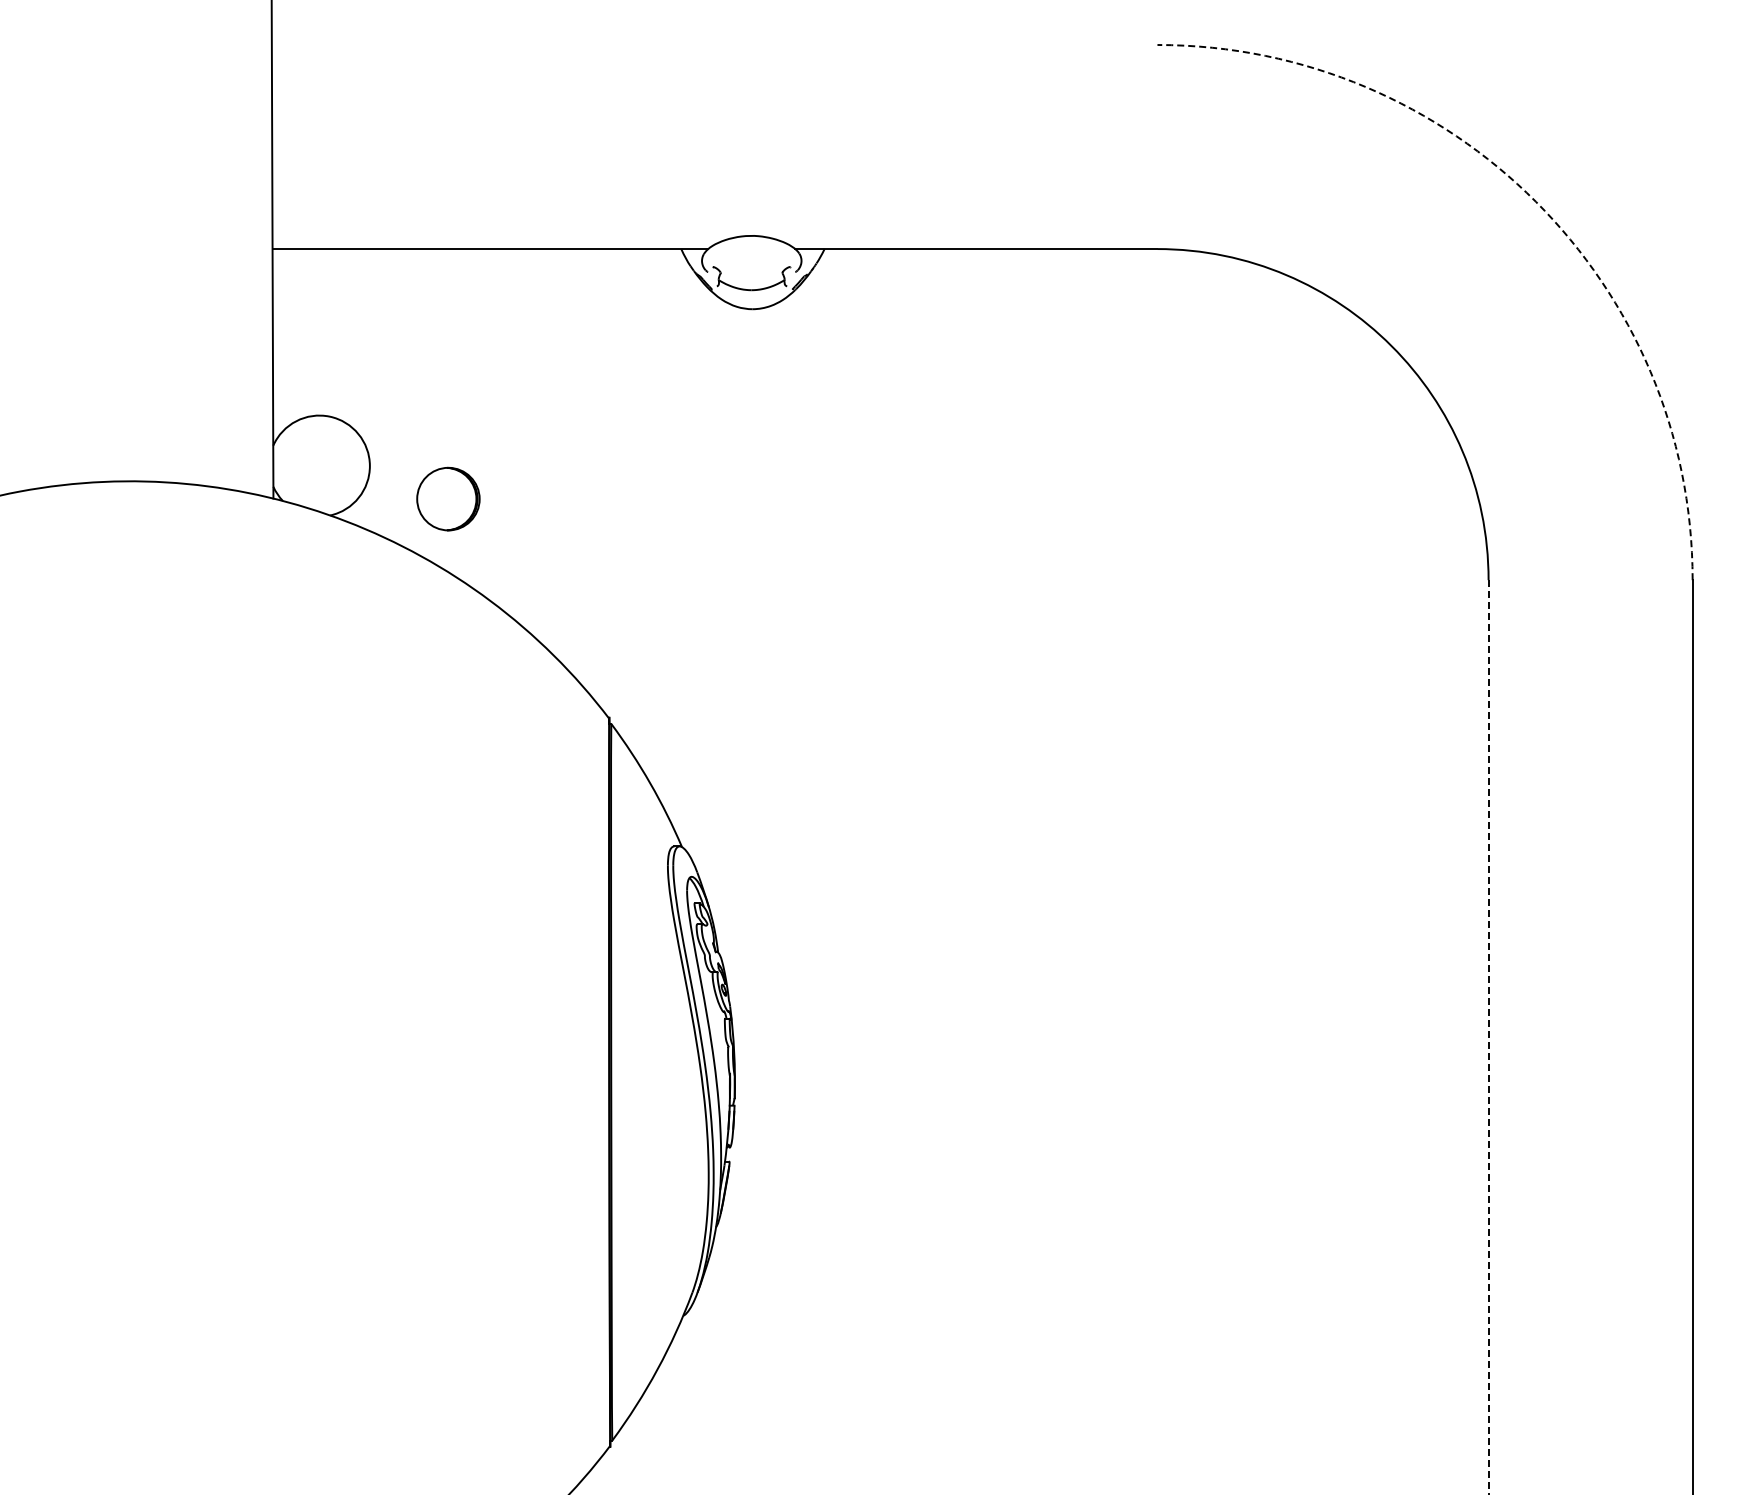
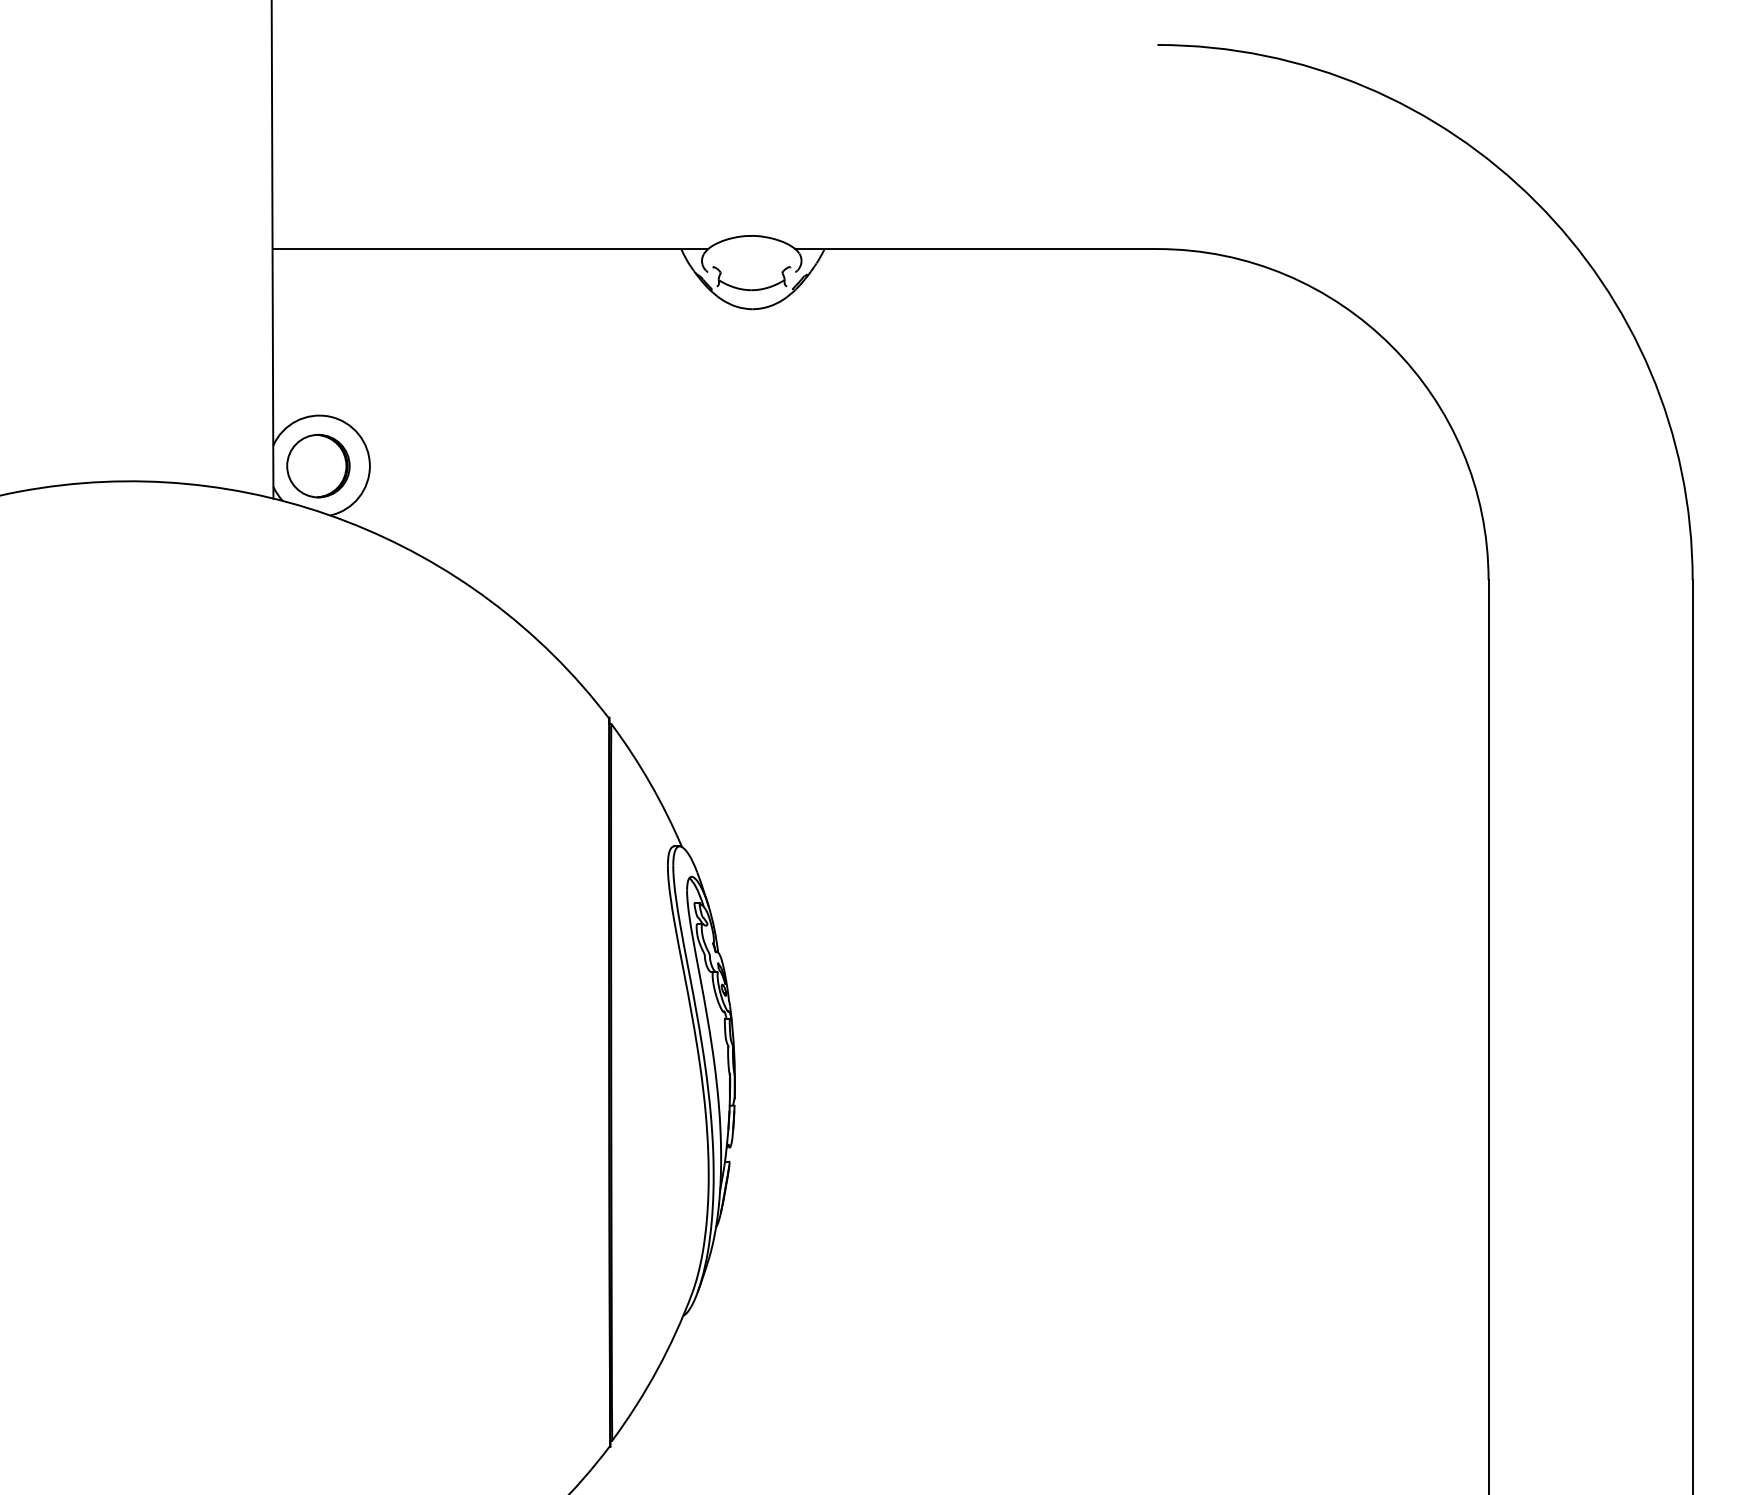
arc at (1535, 201): dashed -> solid
part at (448, 498) position: (448, 498) -> (318, 465)
line at (1488, 1037): dashed -> solid
